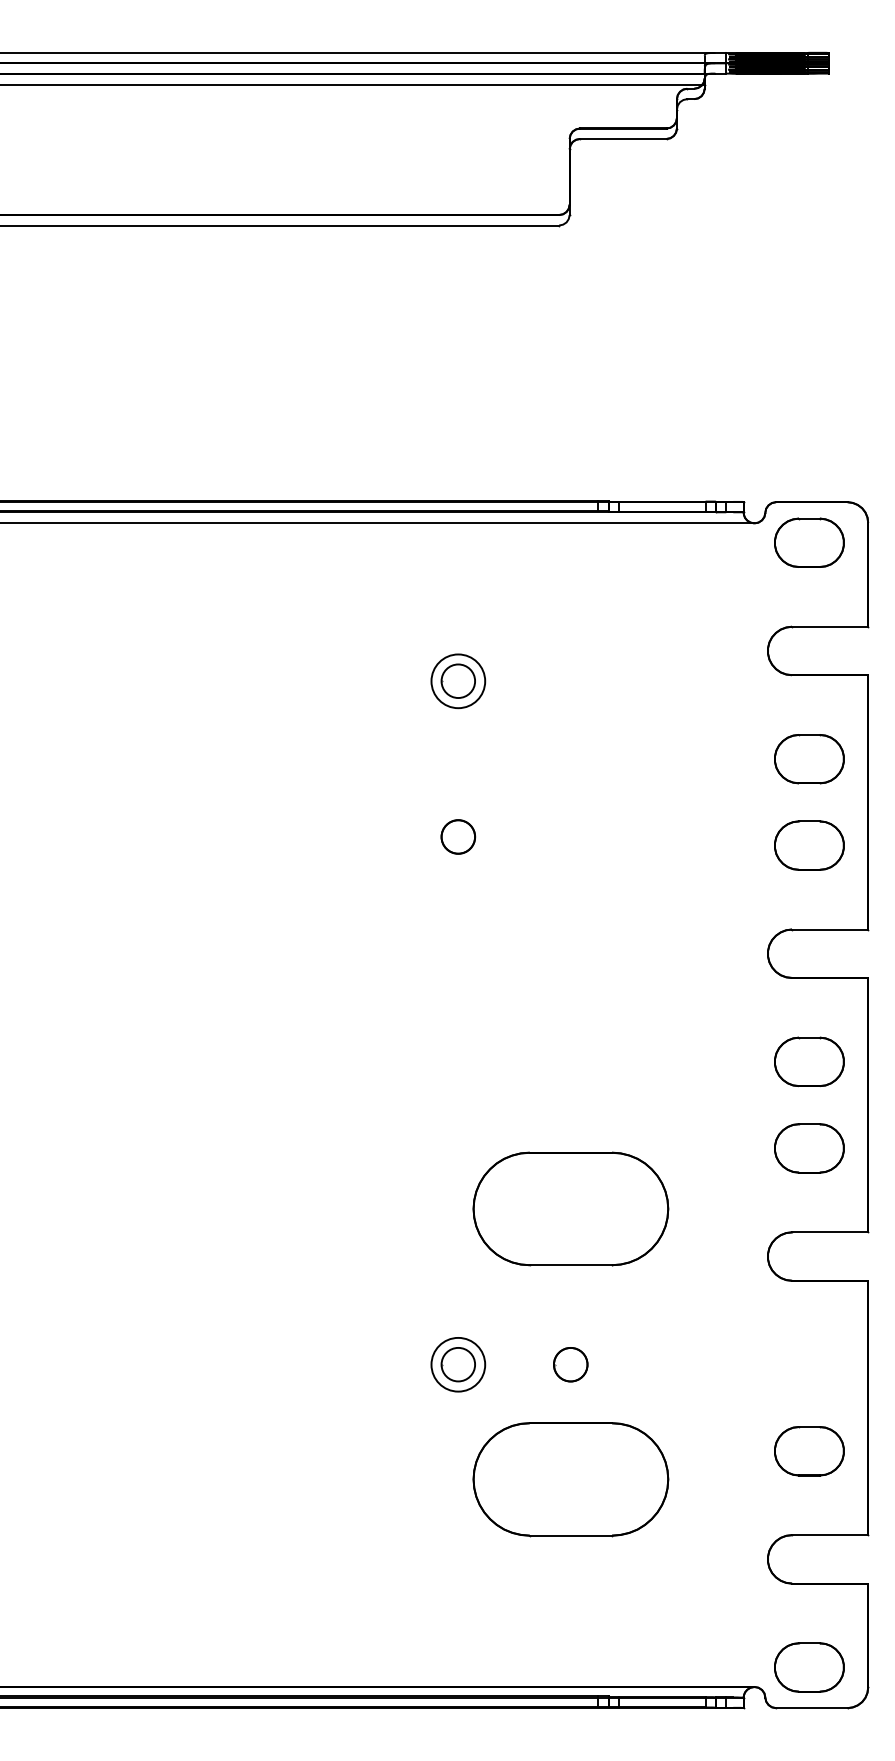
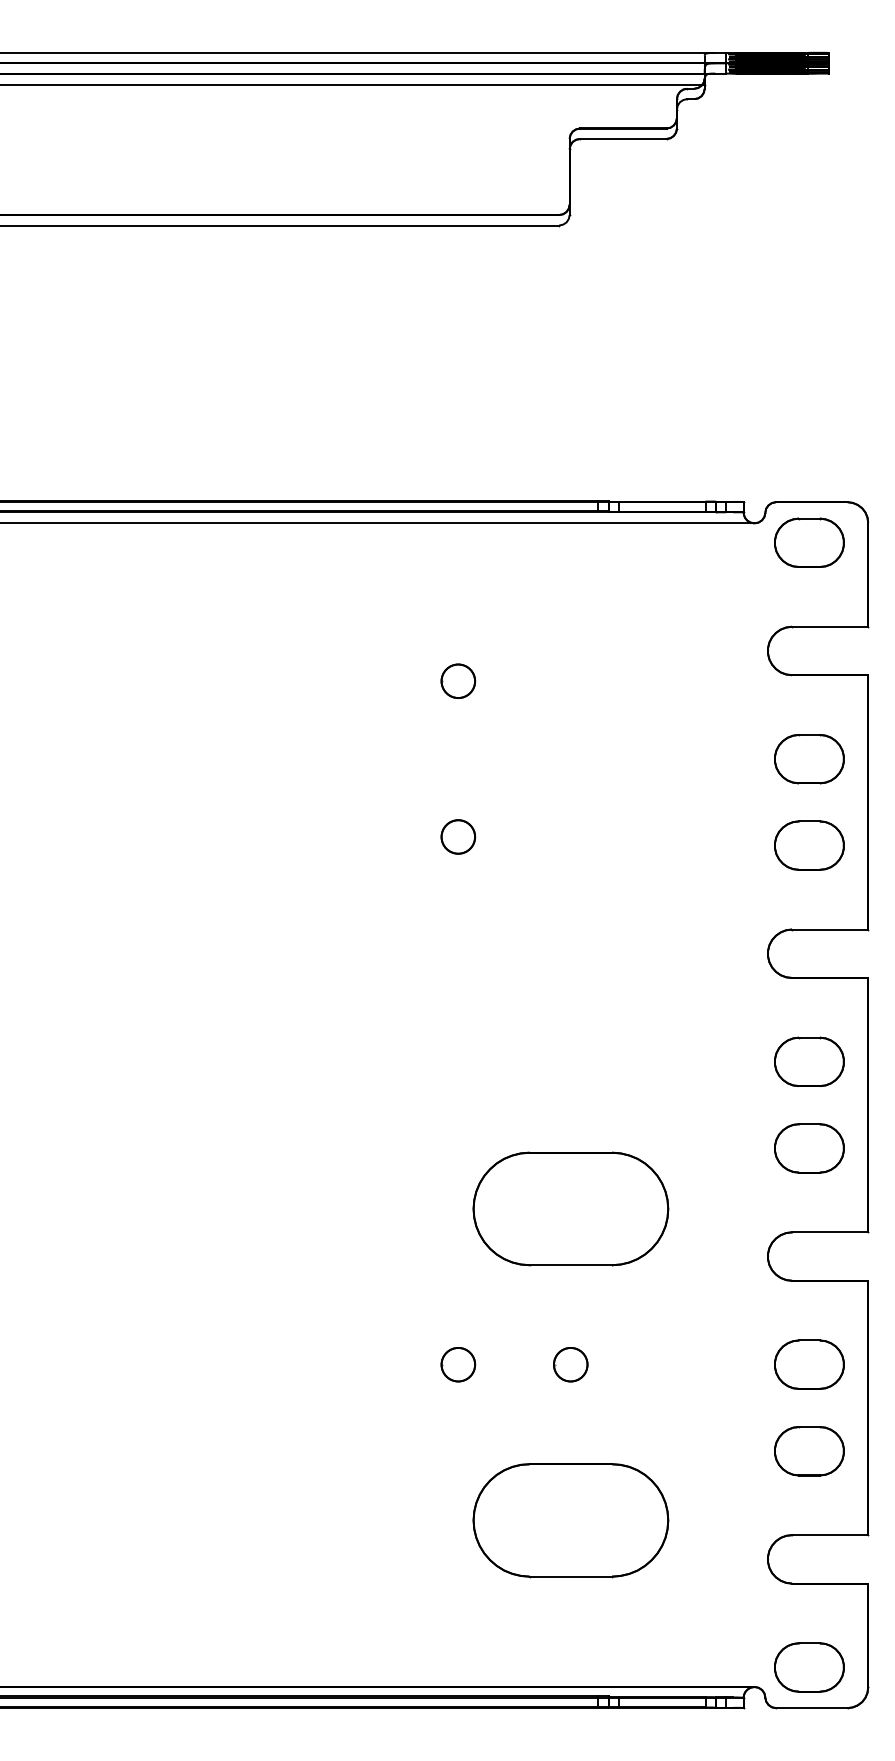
circle at (458, 681) diameter: 54 px -> 34 px
circle at (458, 1364) diameter: 54 px -> 34 px
part at (809, 1364): none -> present
part at (570, 1479) position: (570, 1479) -> (570, 1520)
